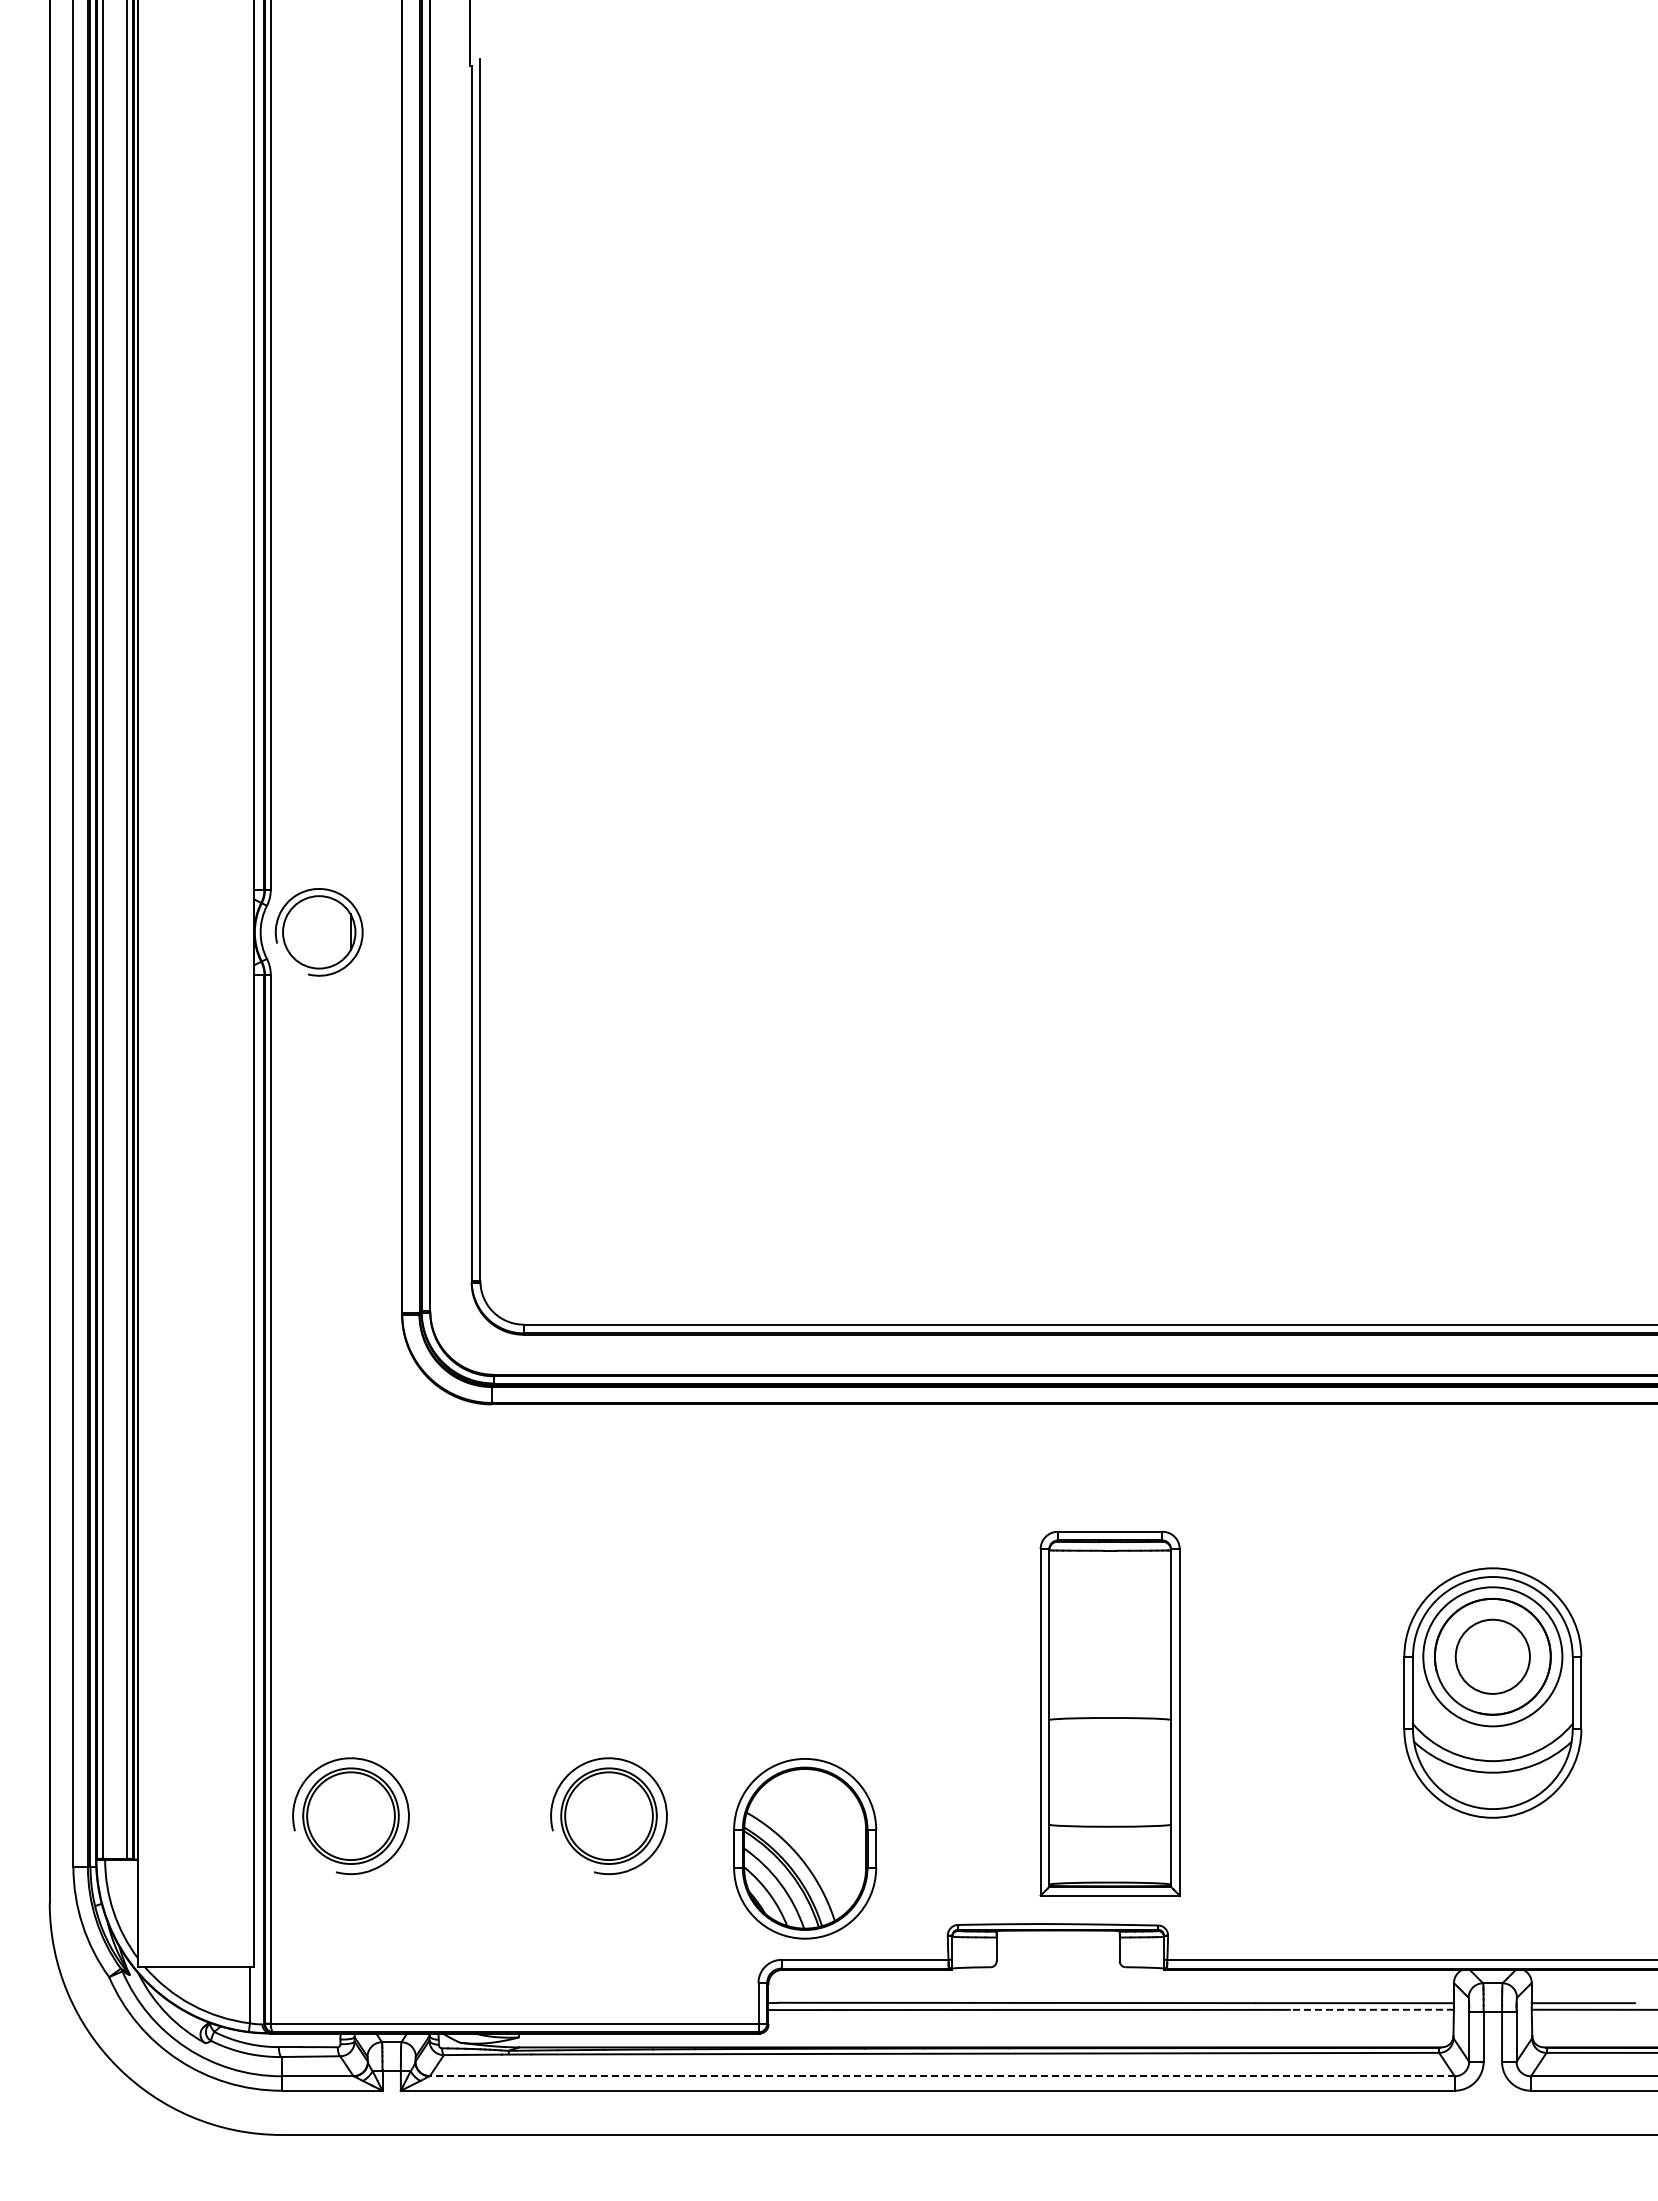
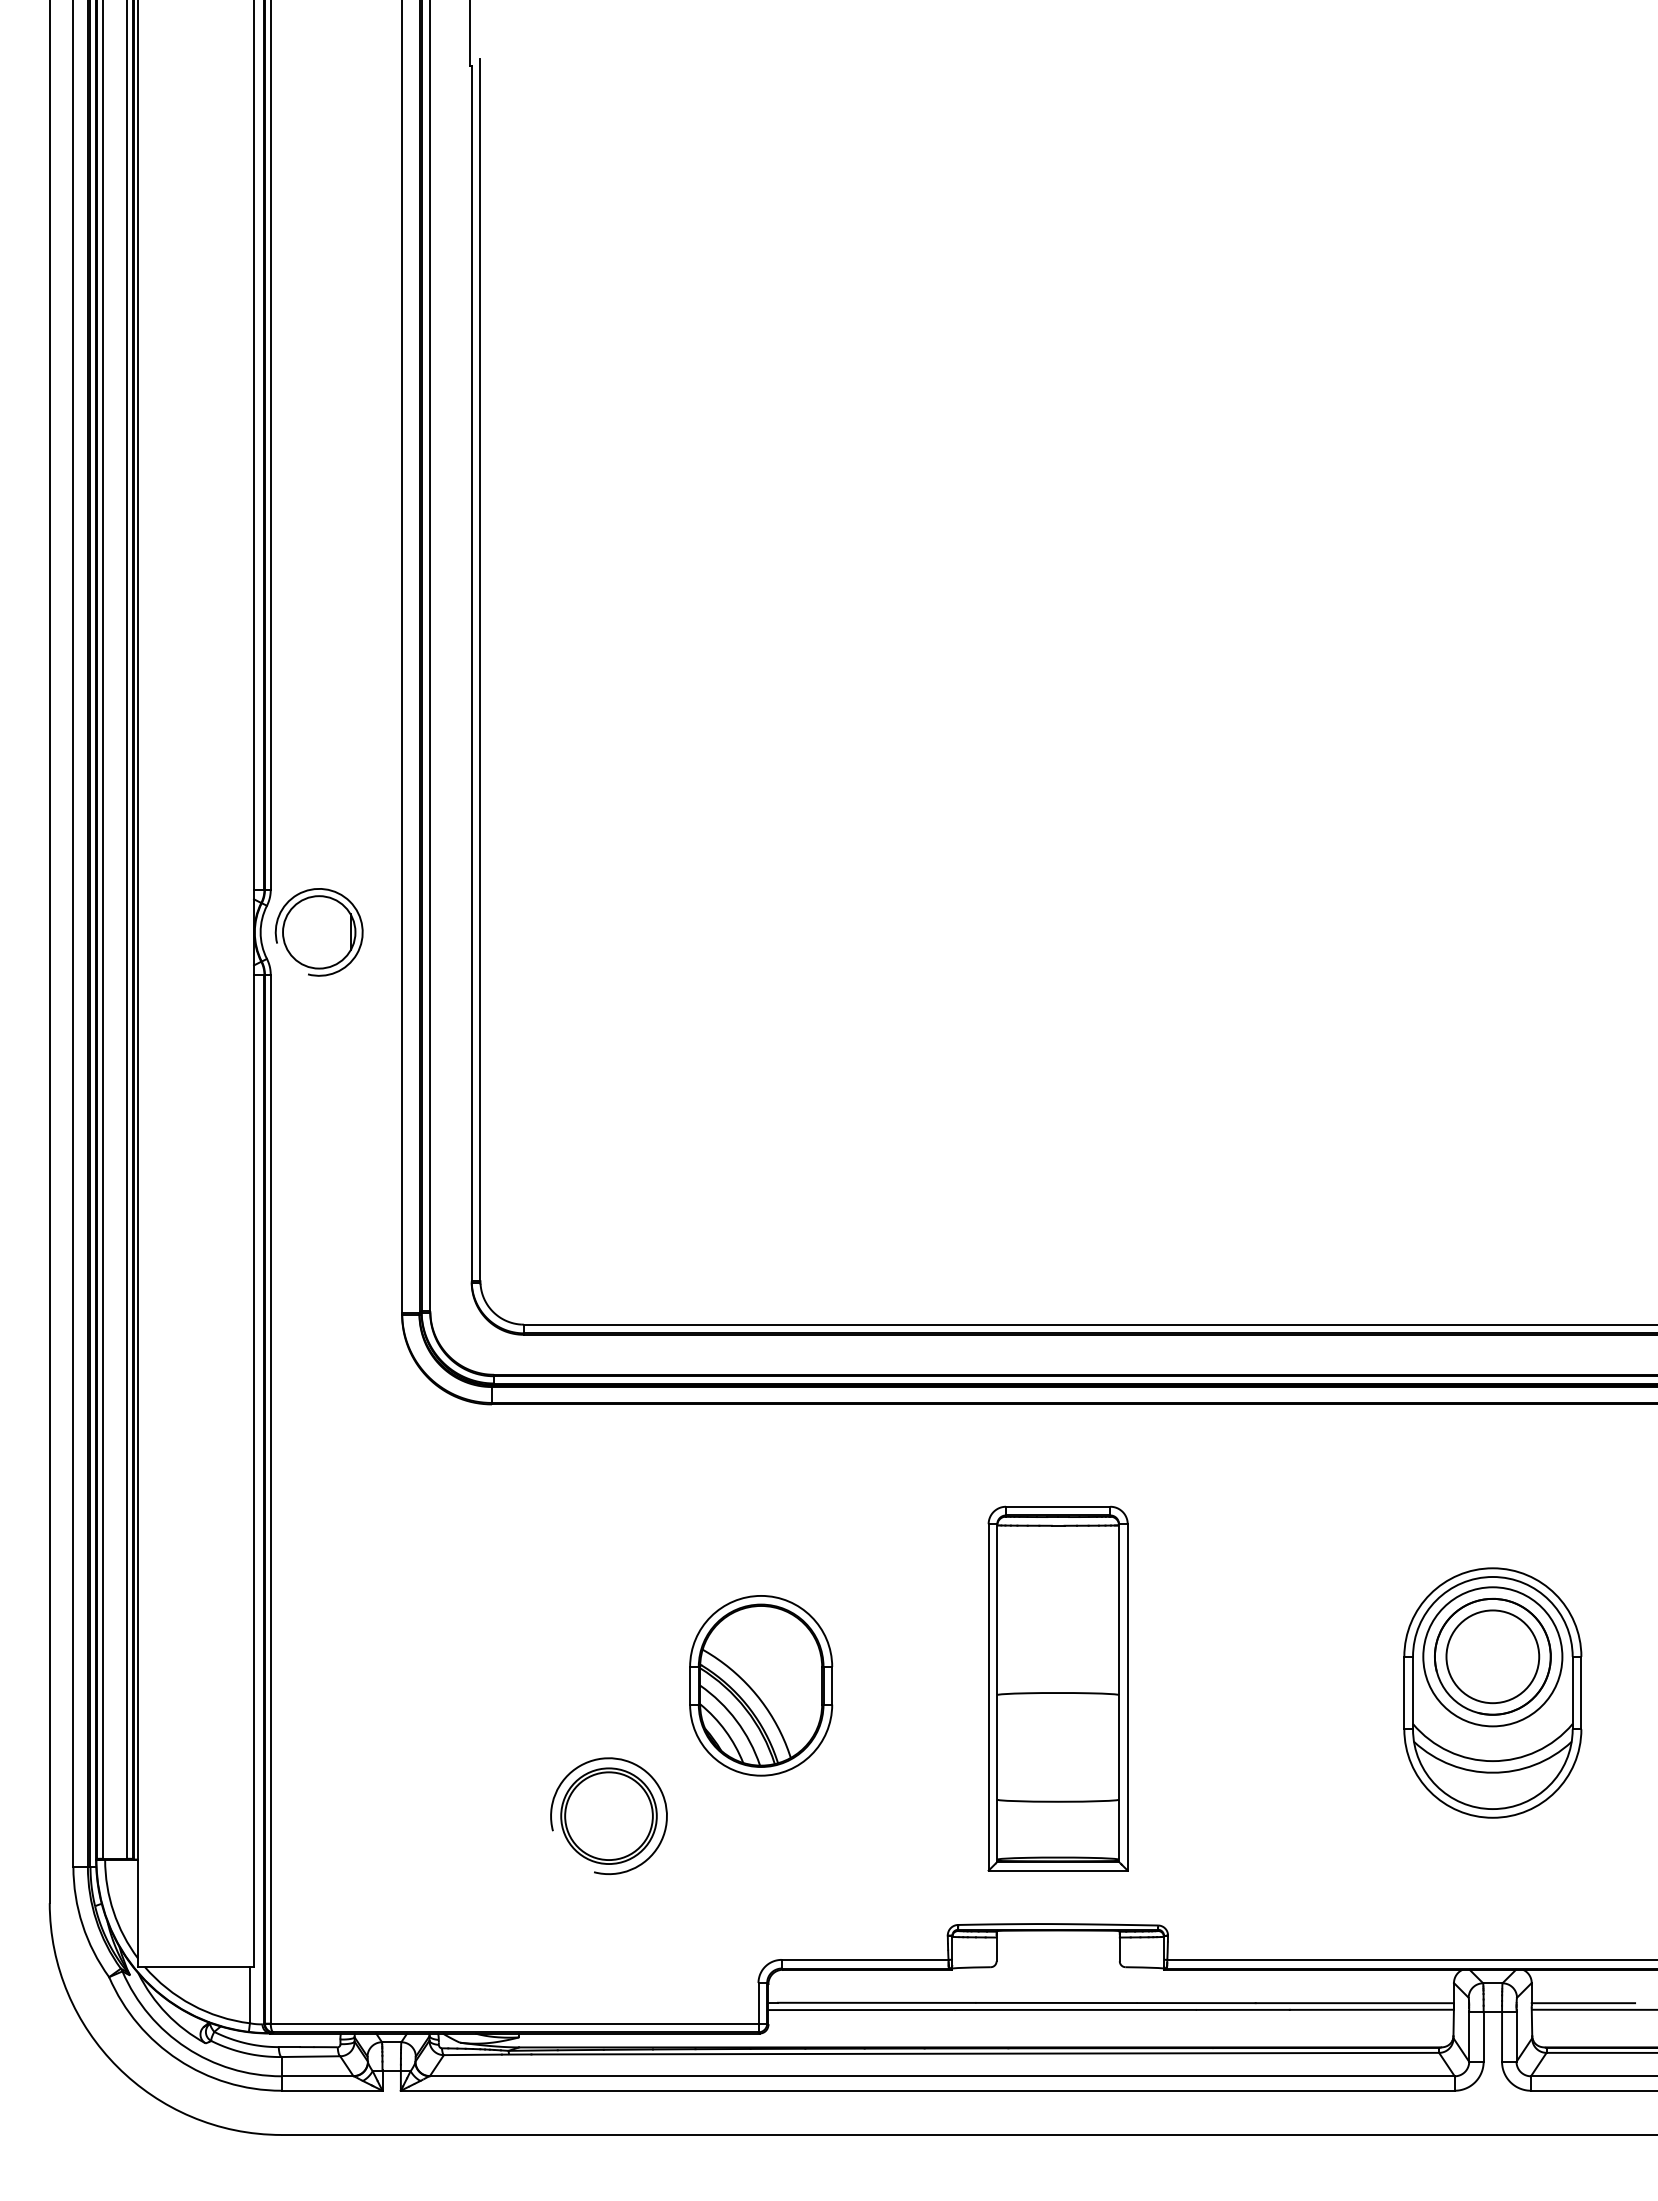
circle at (1492, 1656) diameter: 74 px -> 93 px
part at (1109, 1713) position: (1109, 1713) -> (1057, 1688)
part at (350, 1815): present -> none
part at (805, 1848) position: (805, 1848) -> (761, 1685)
line at (1371, 2009): dashed -> solid
line at (942, 2076): dashed -> solid
